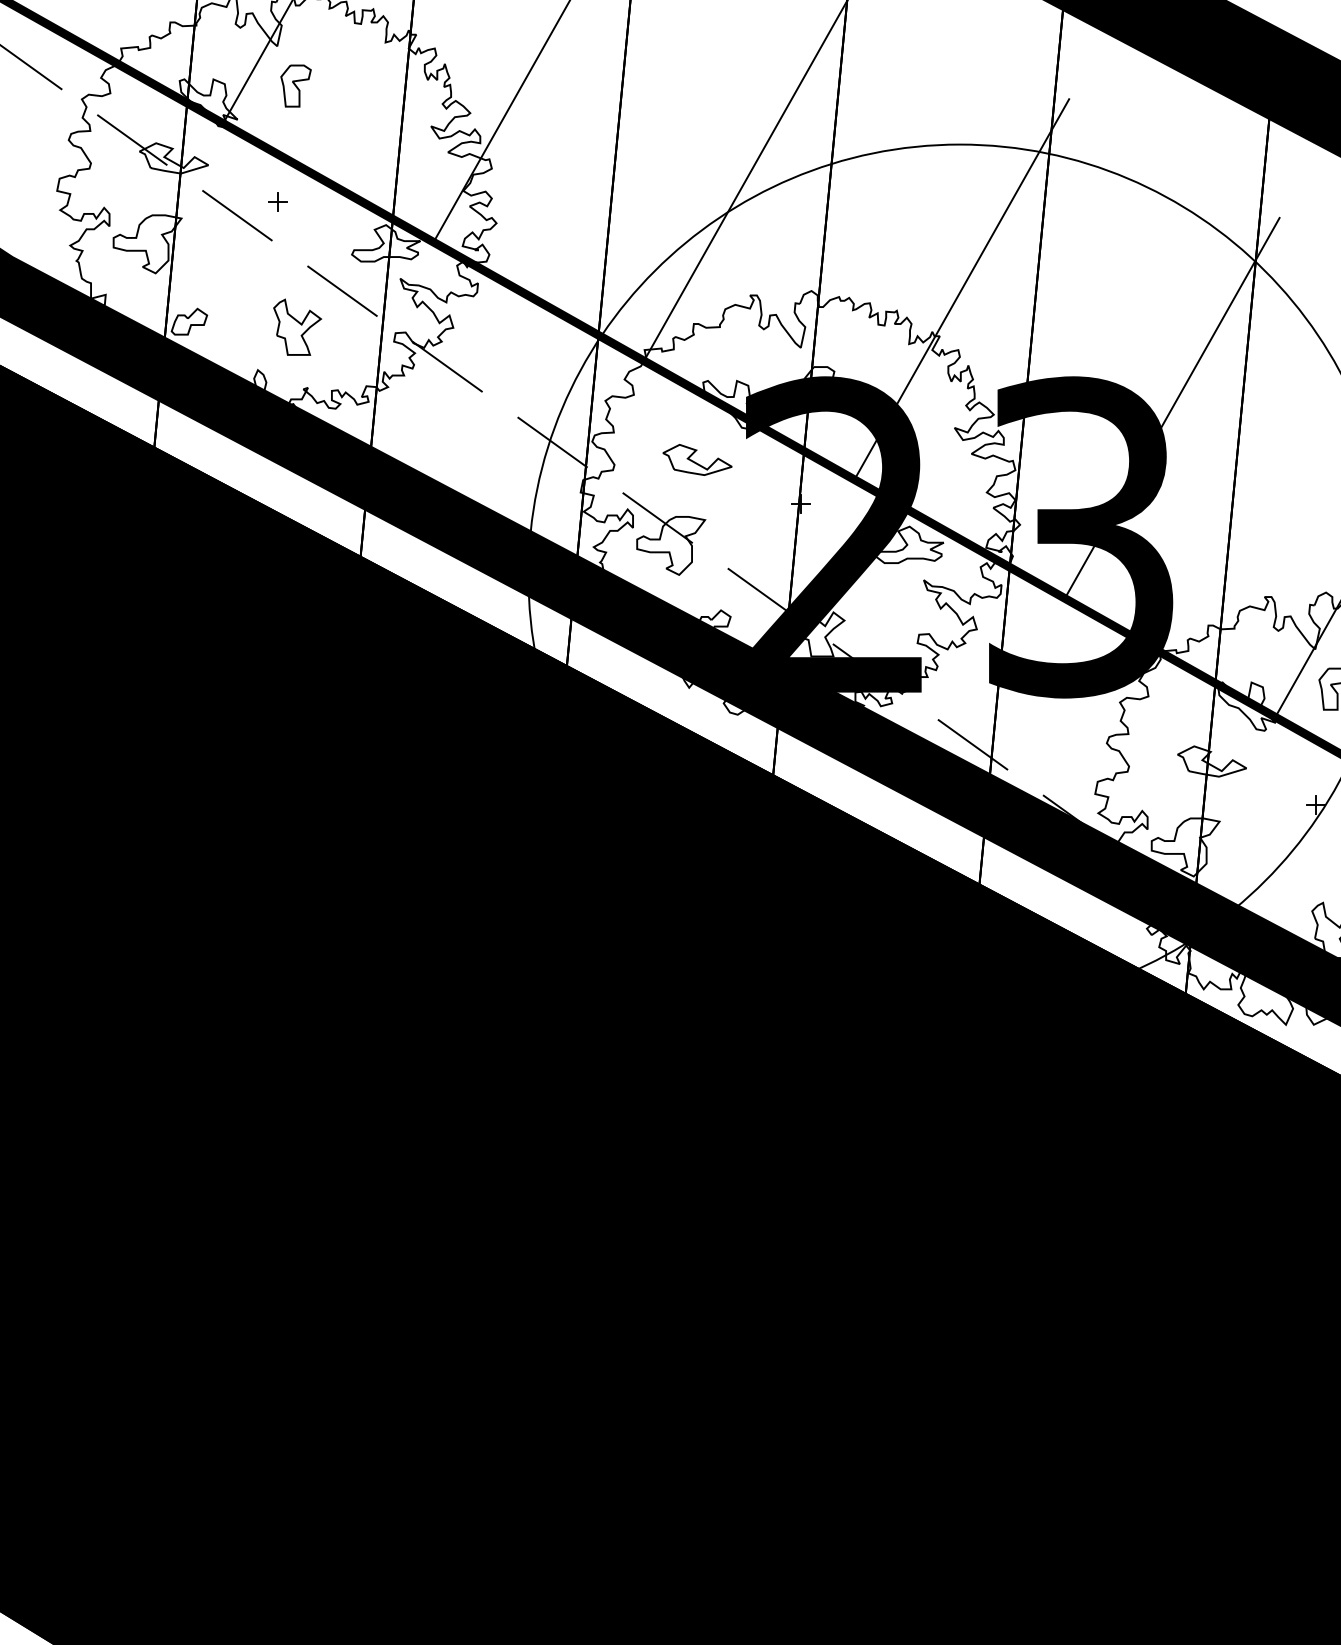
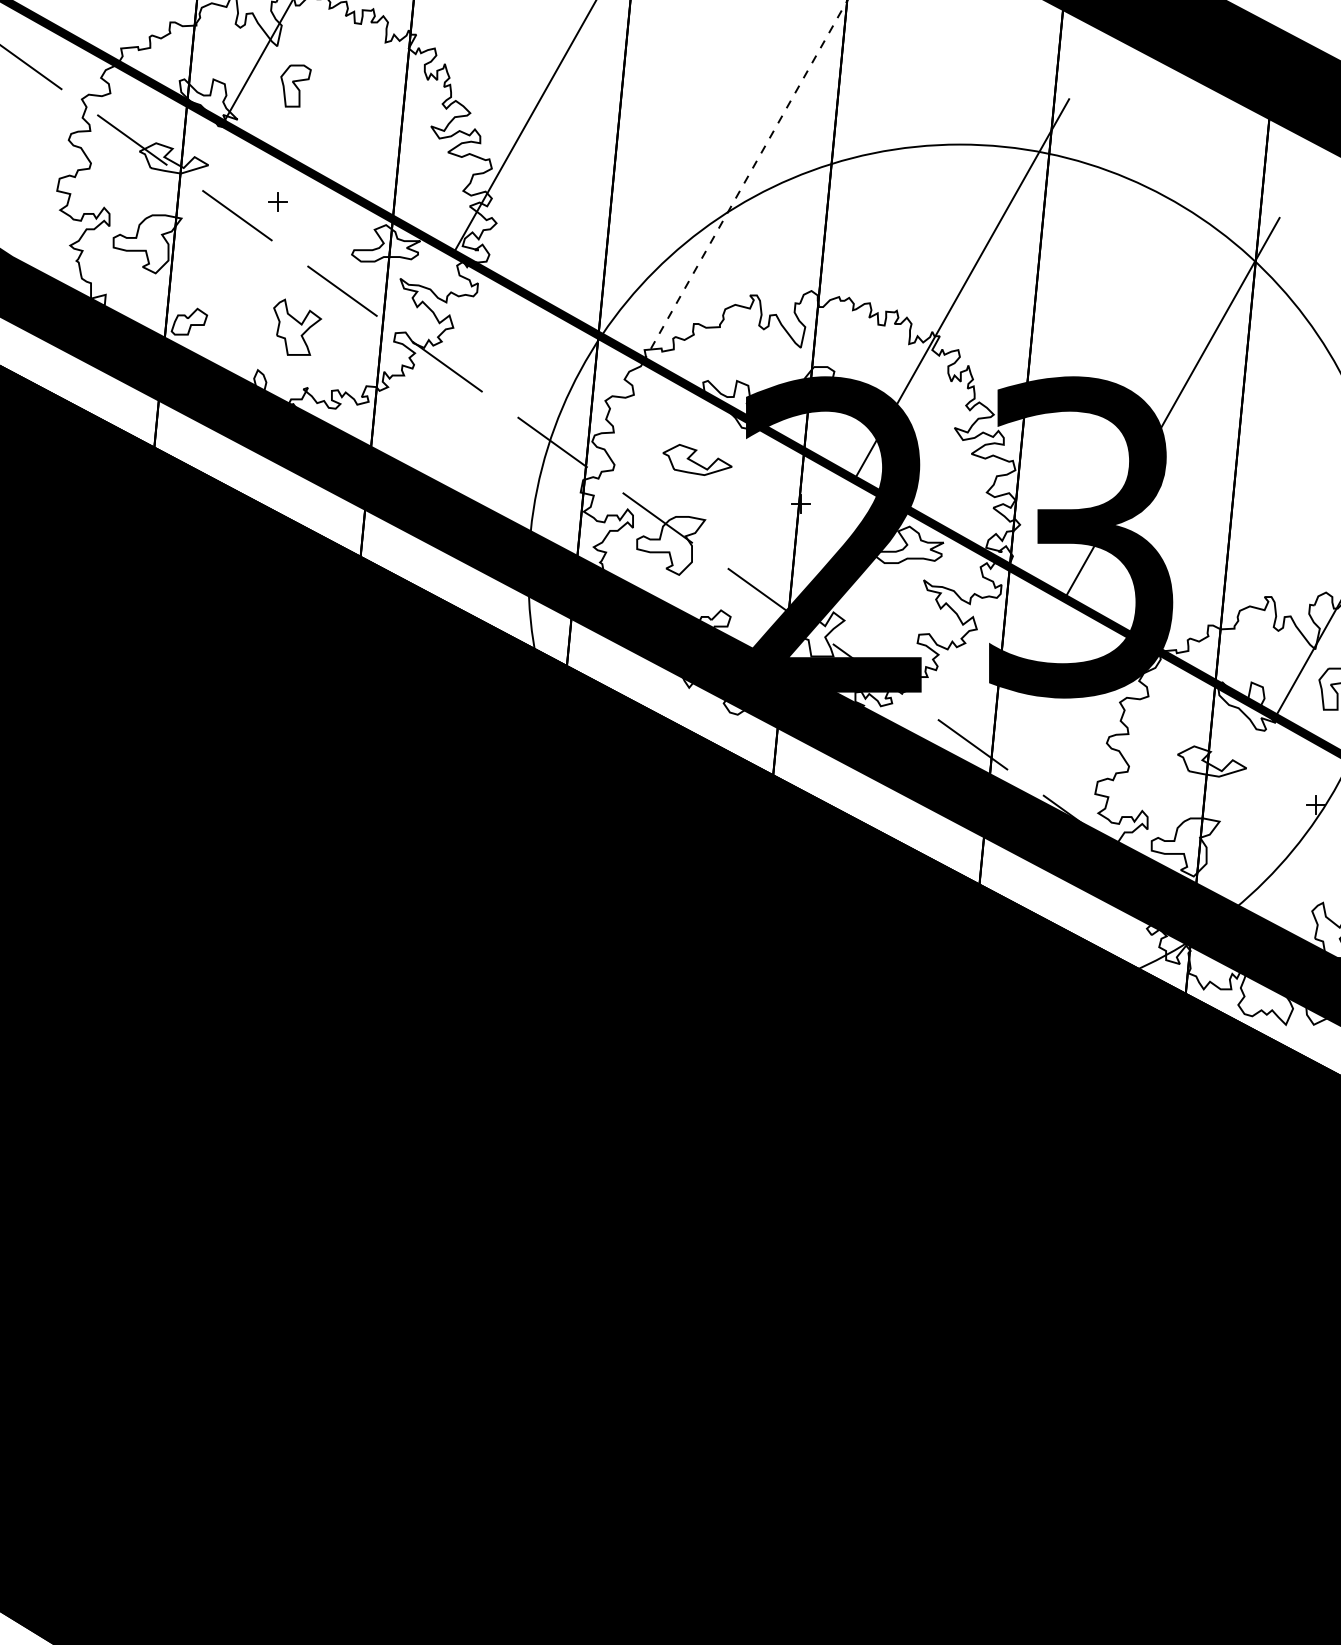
line at (501, 121) position: (501, 121) -> (524, 126)
line at (746, 179): solid -> dashed
